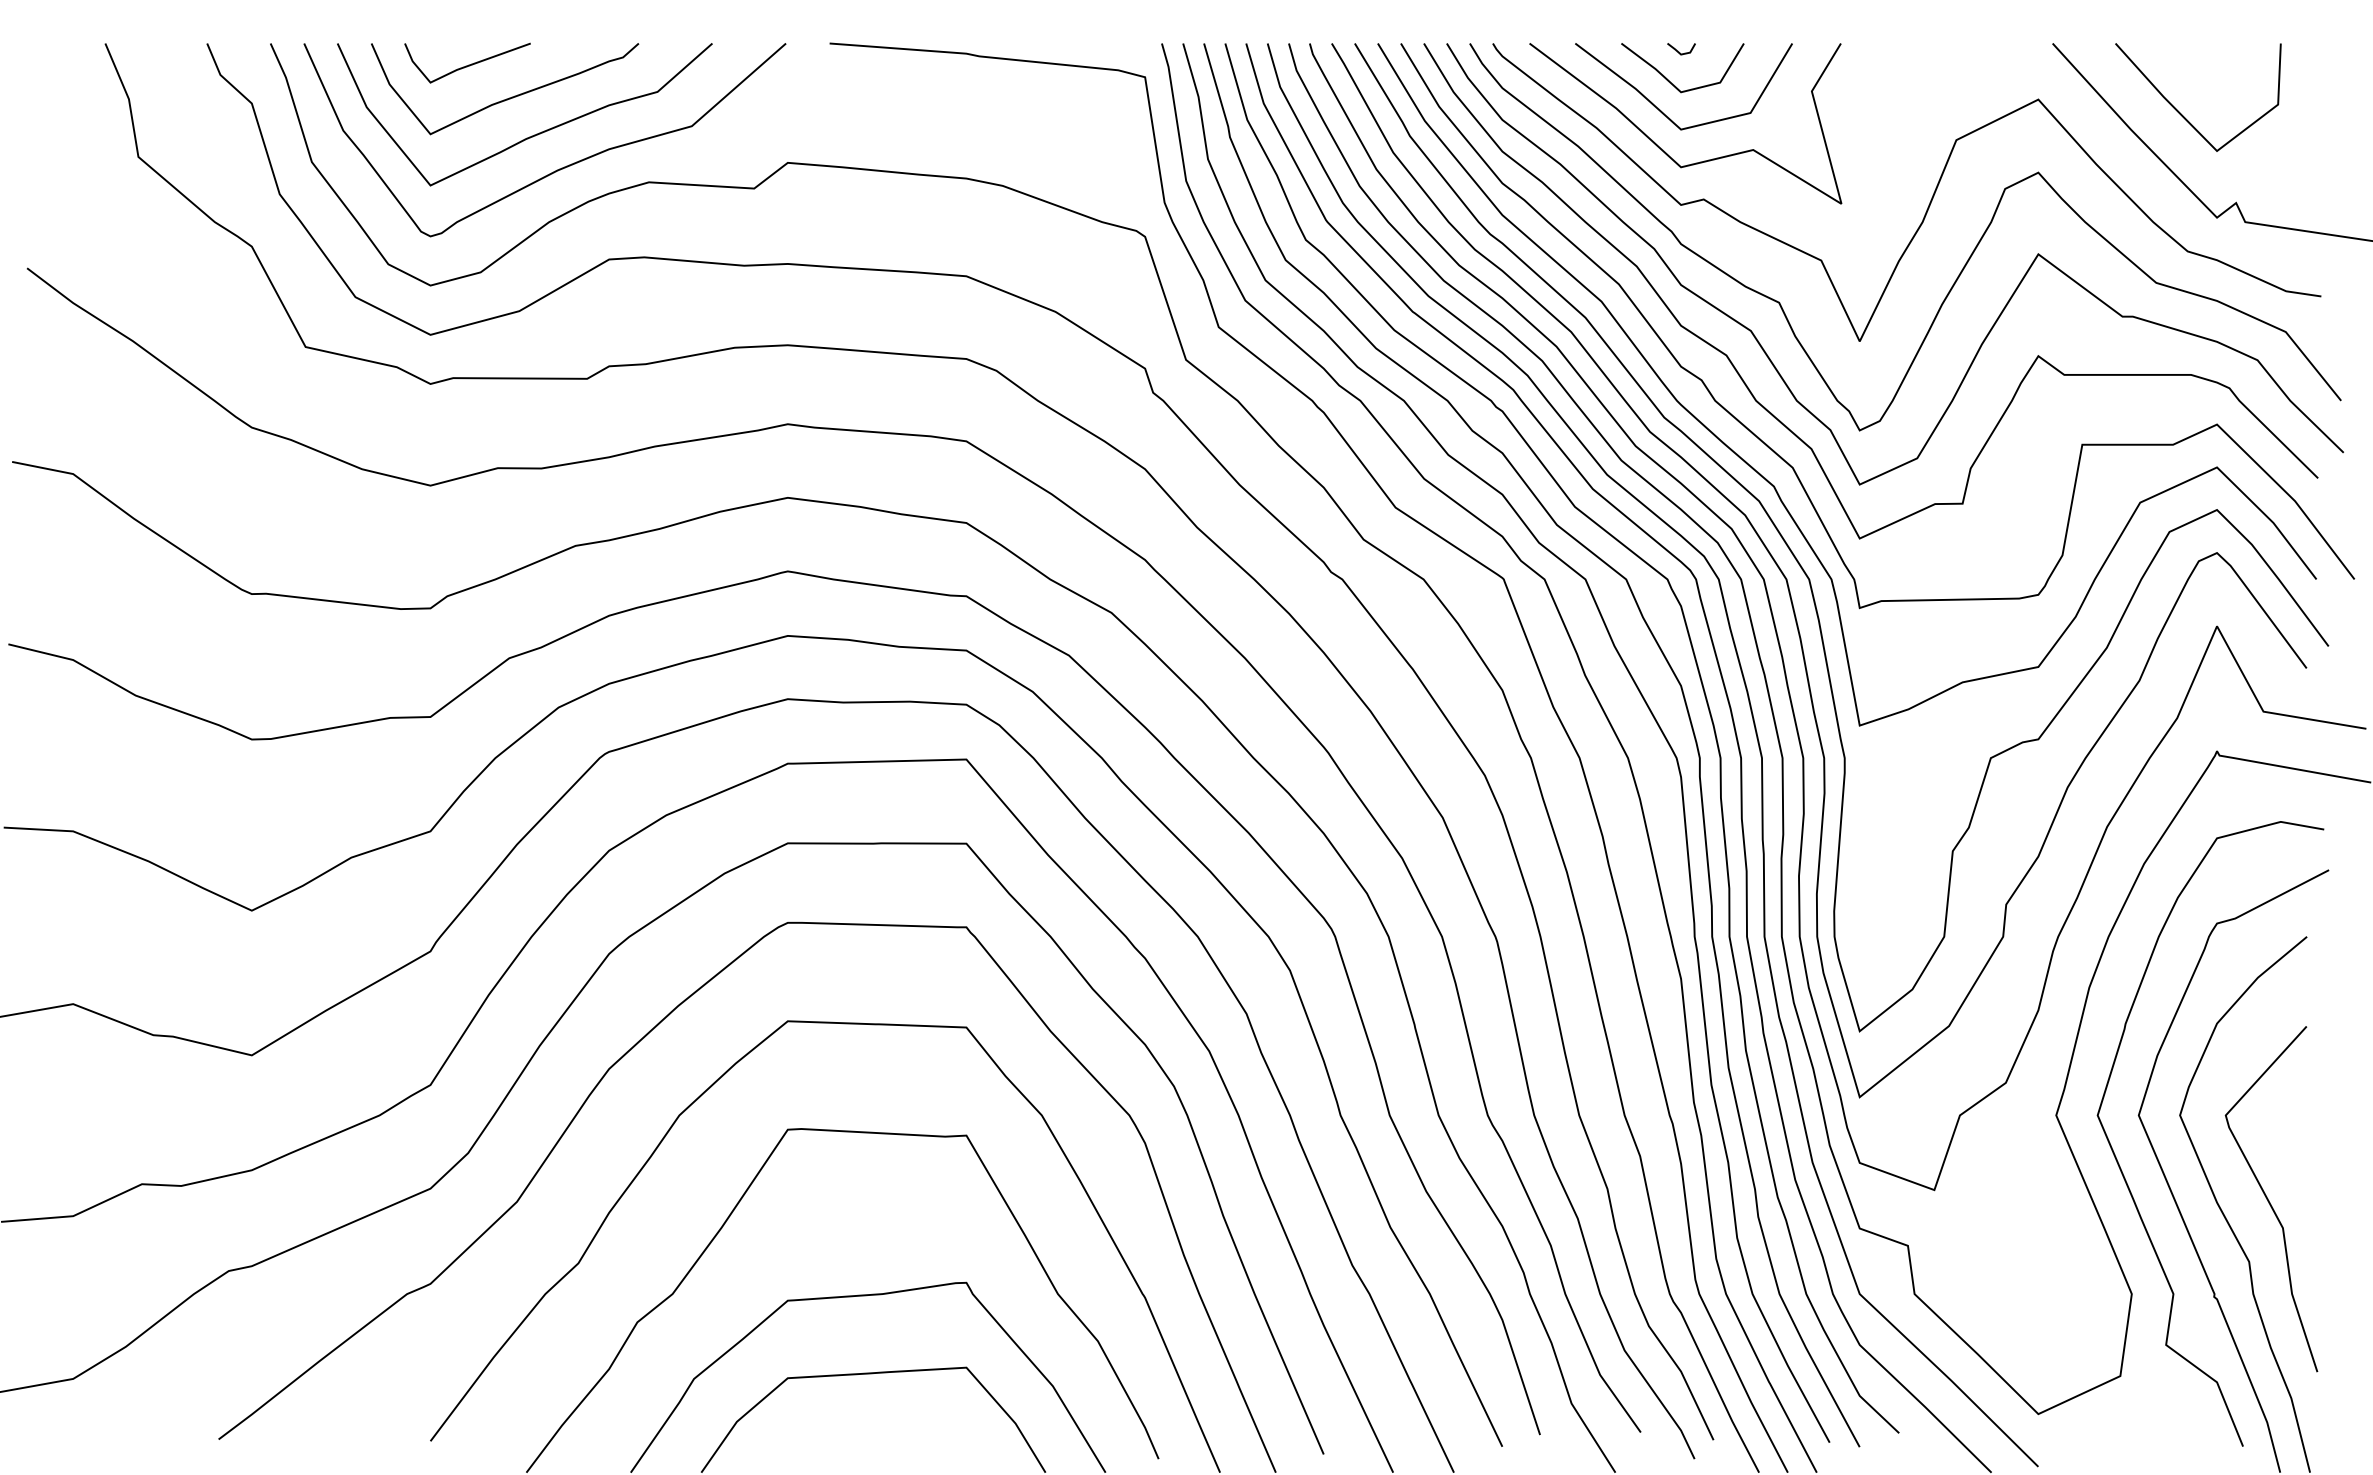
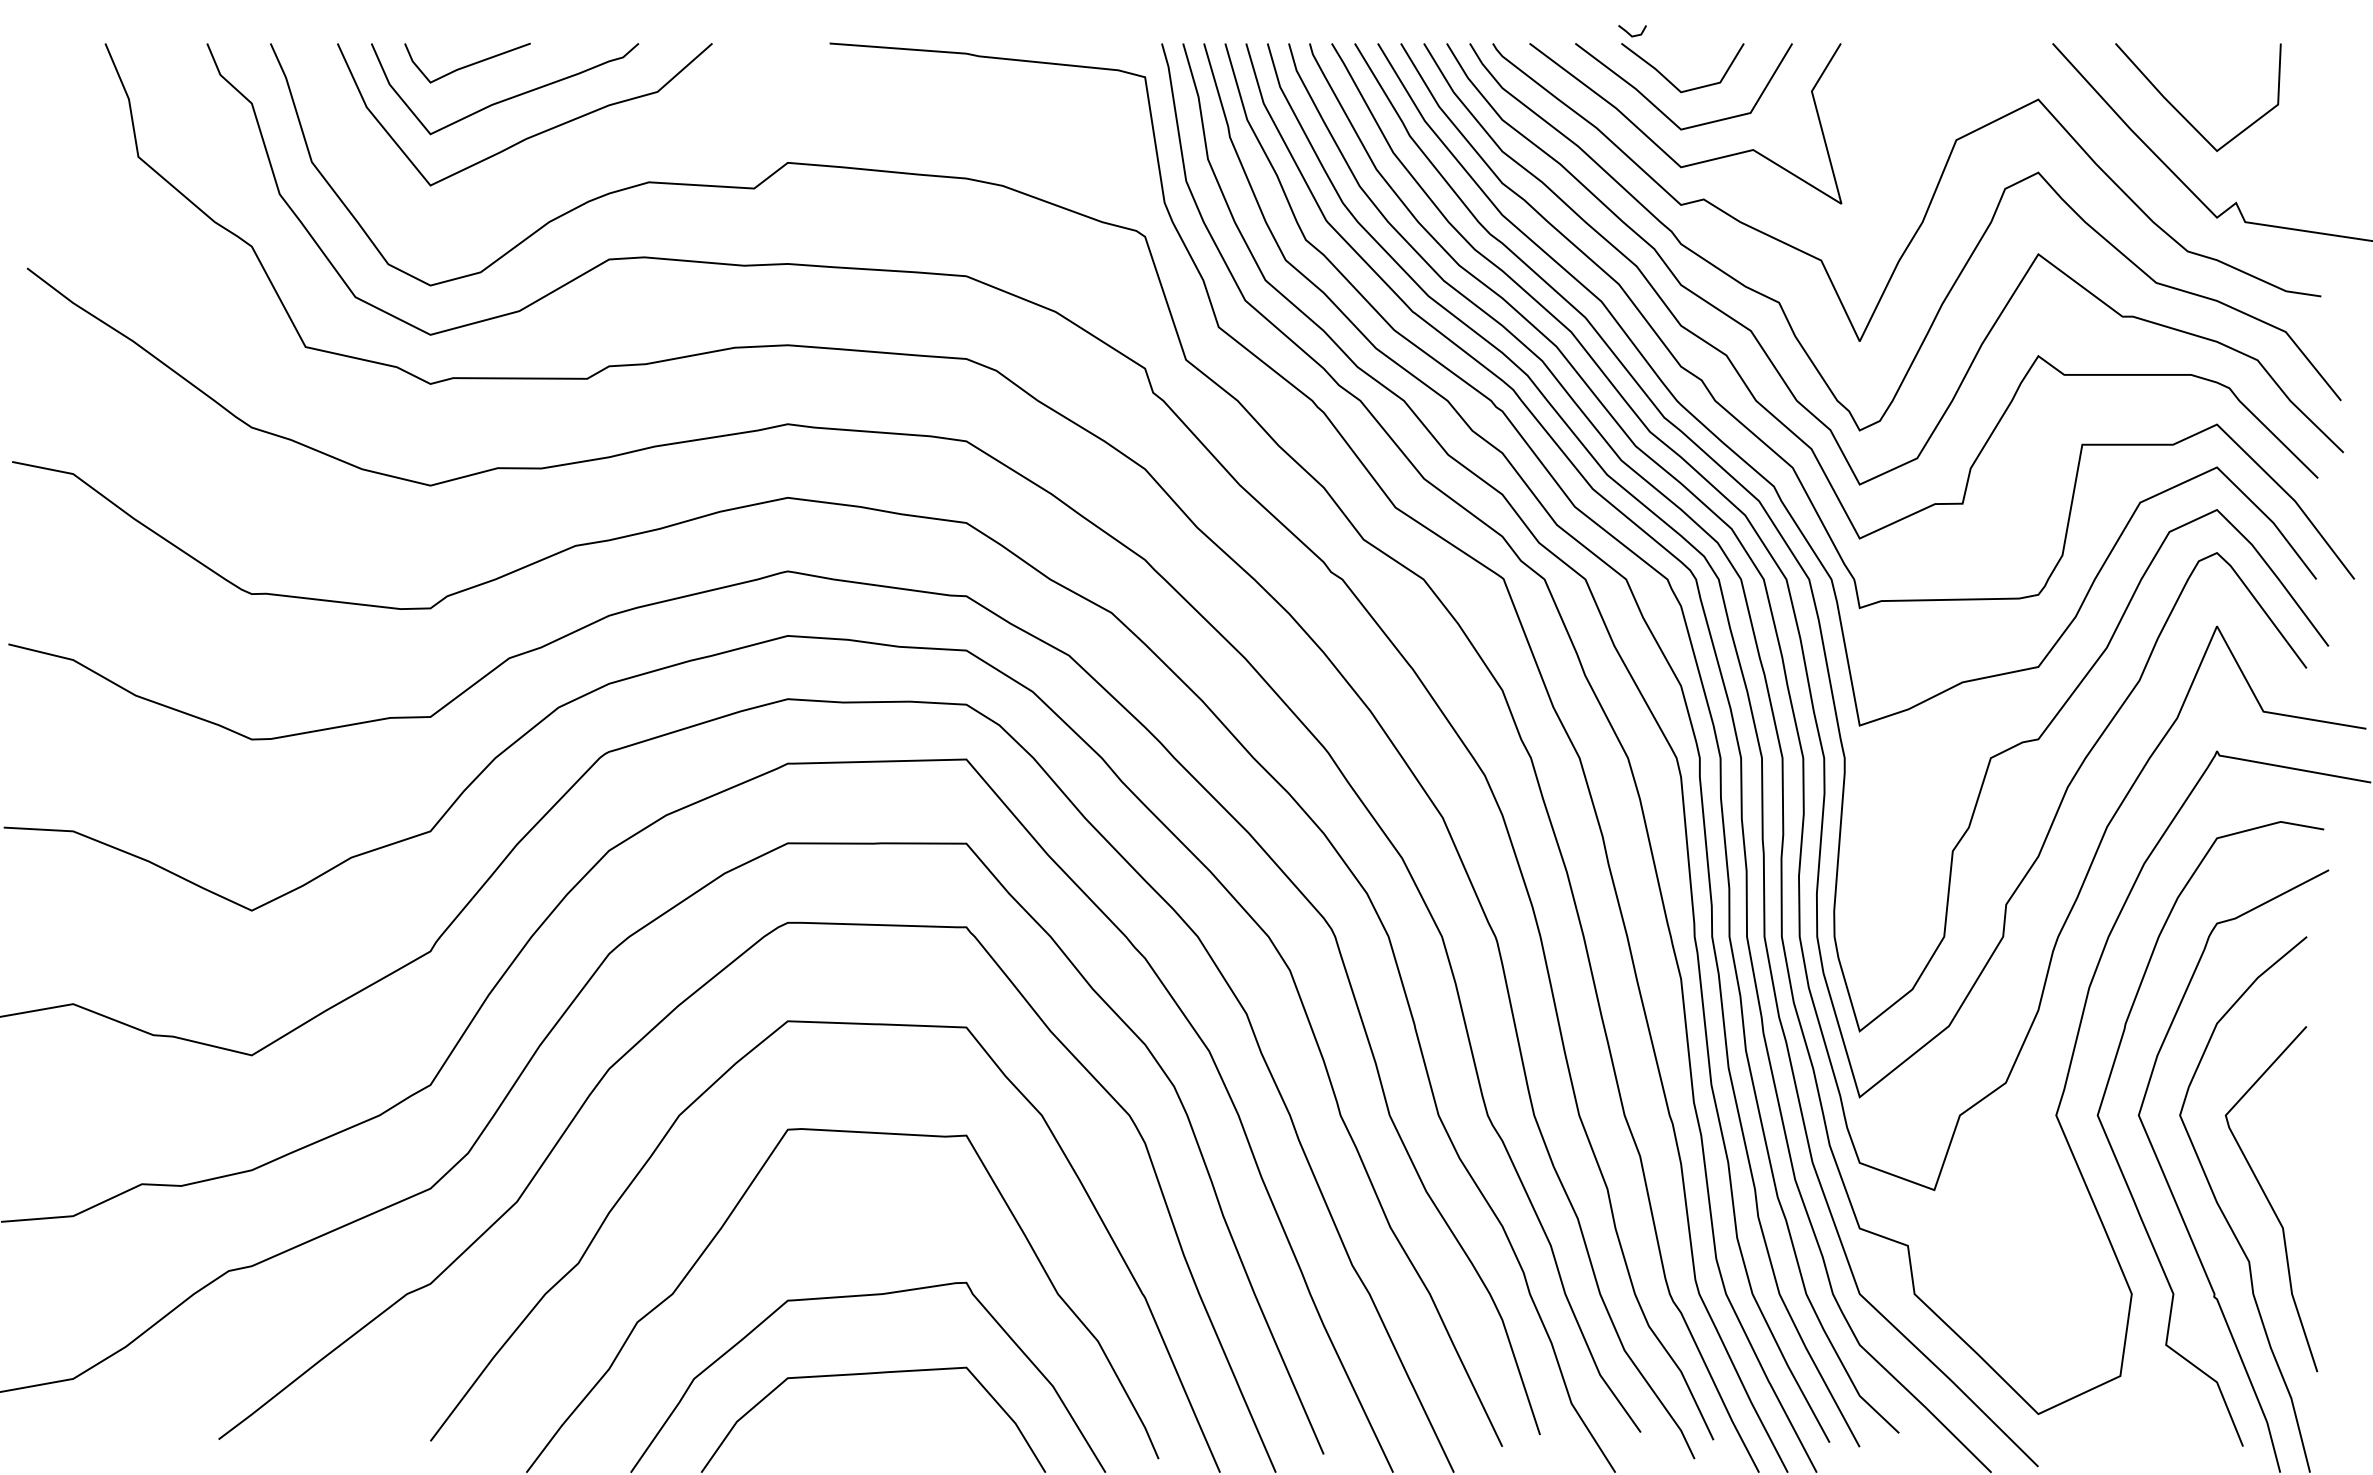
line at (1679, 51) position: (1679, 51) -> (1630, 33)
curve at (559, 168): present -> none
